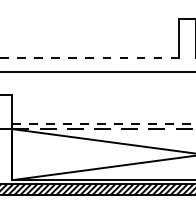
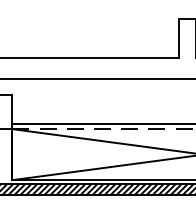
line at (89, 57): dashed -> solid
line at (97, 71) position: (97, 71) -> (97, 78)
line at (104, 124): dashed -> solid
